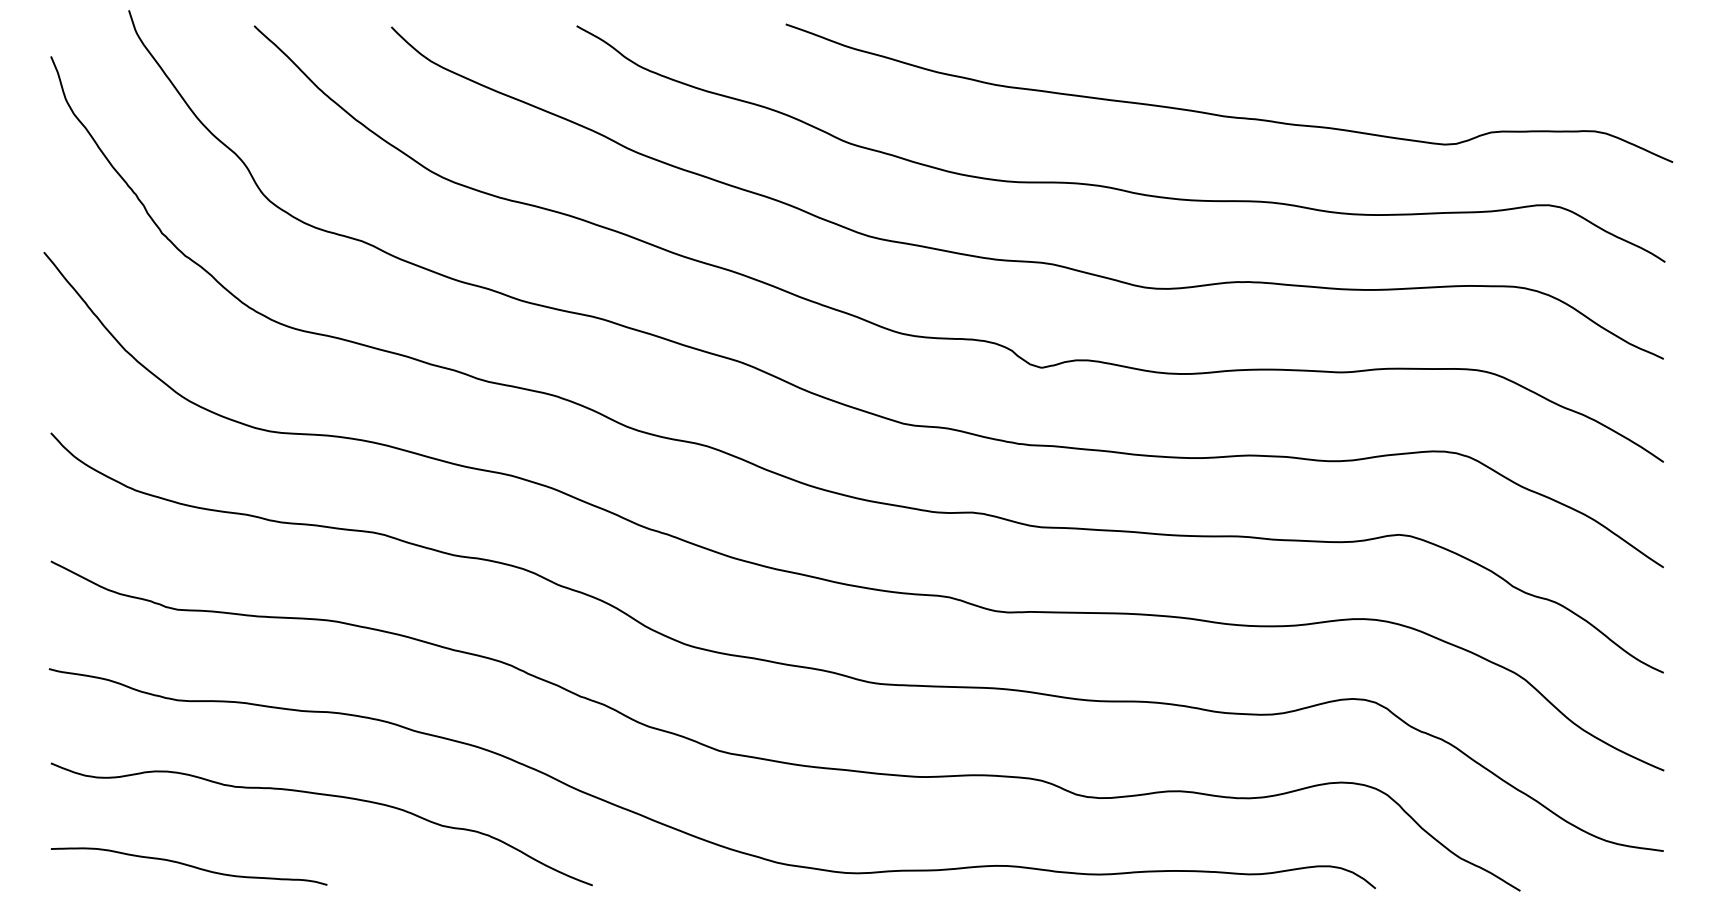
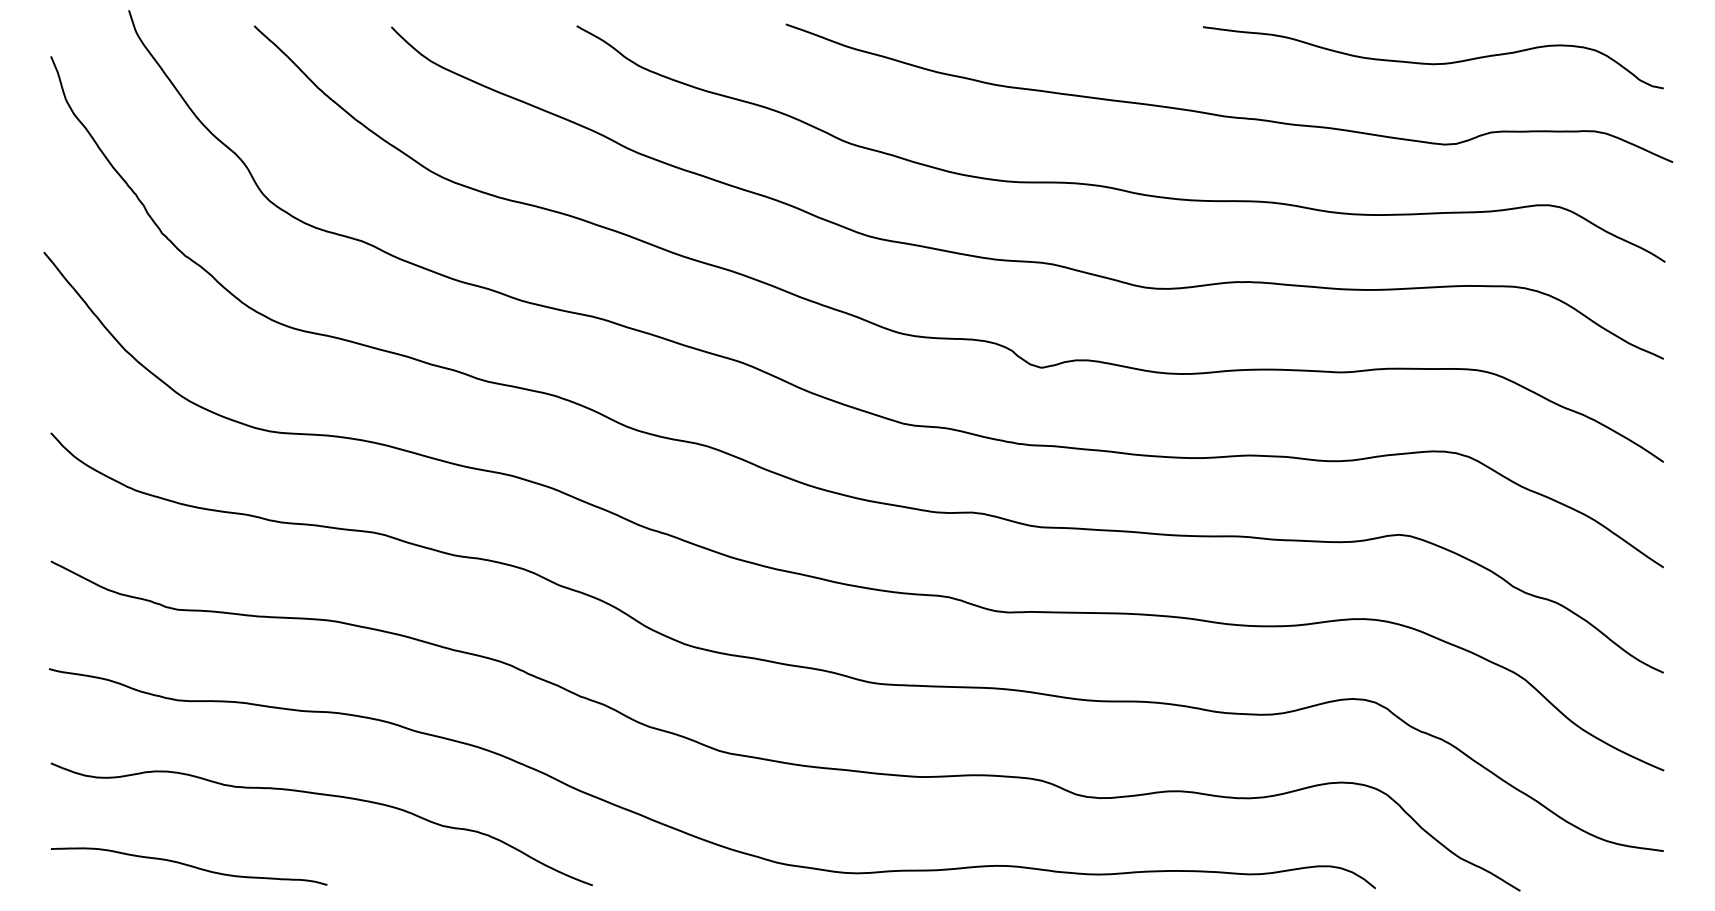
curve at (1433, 63): none -> present
